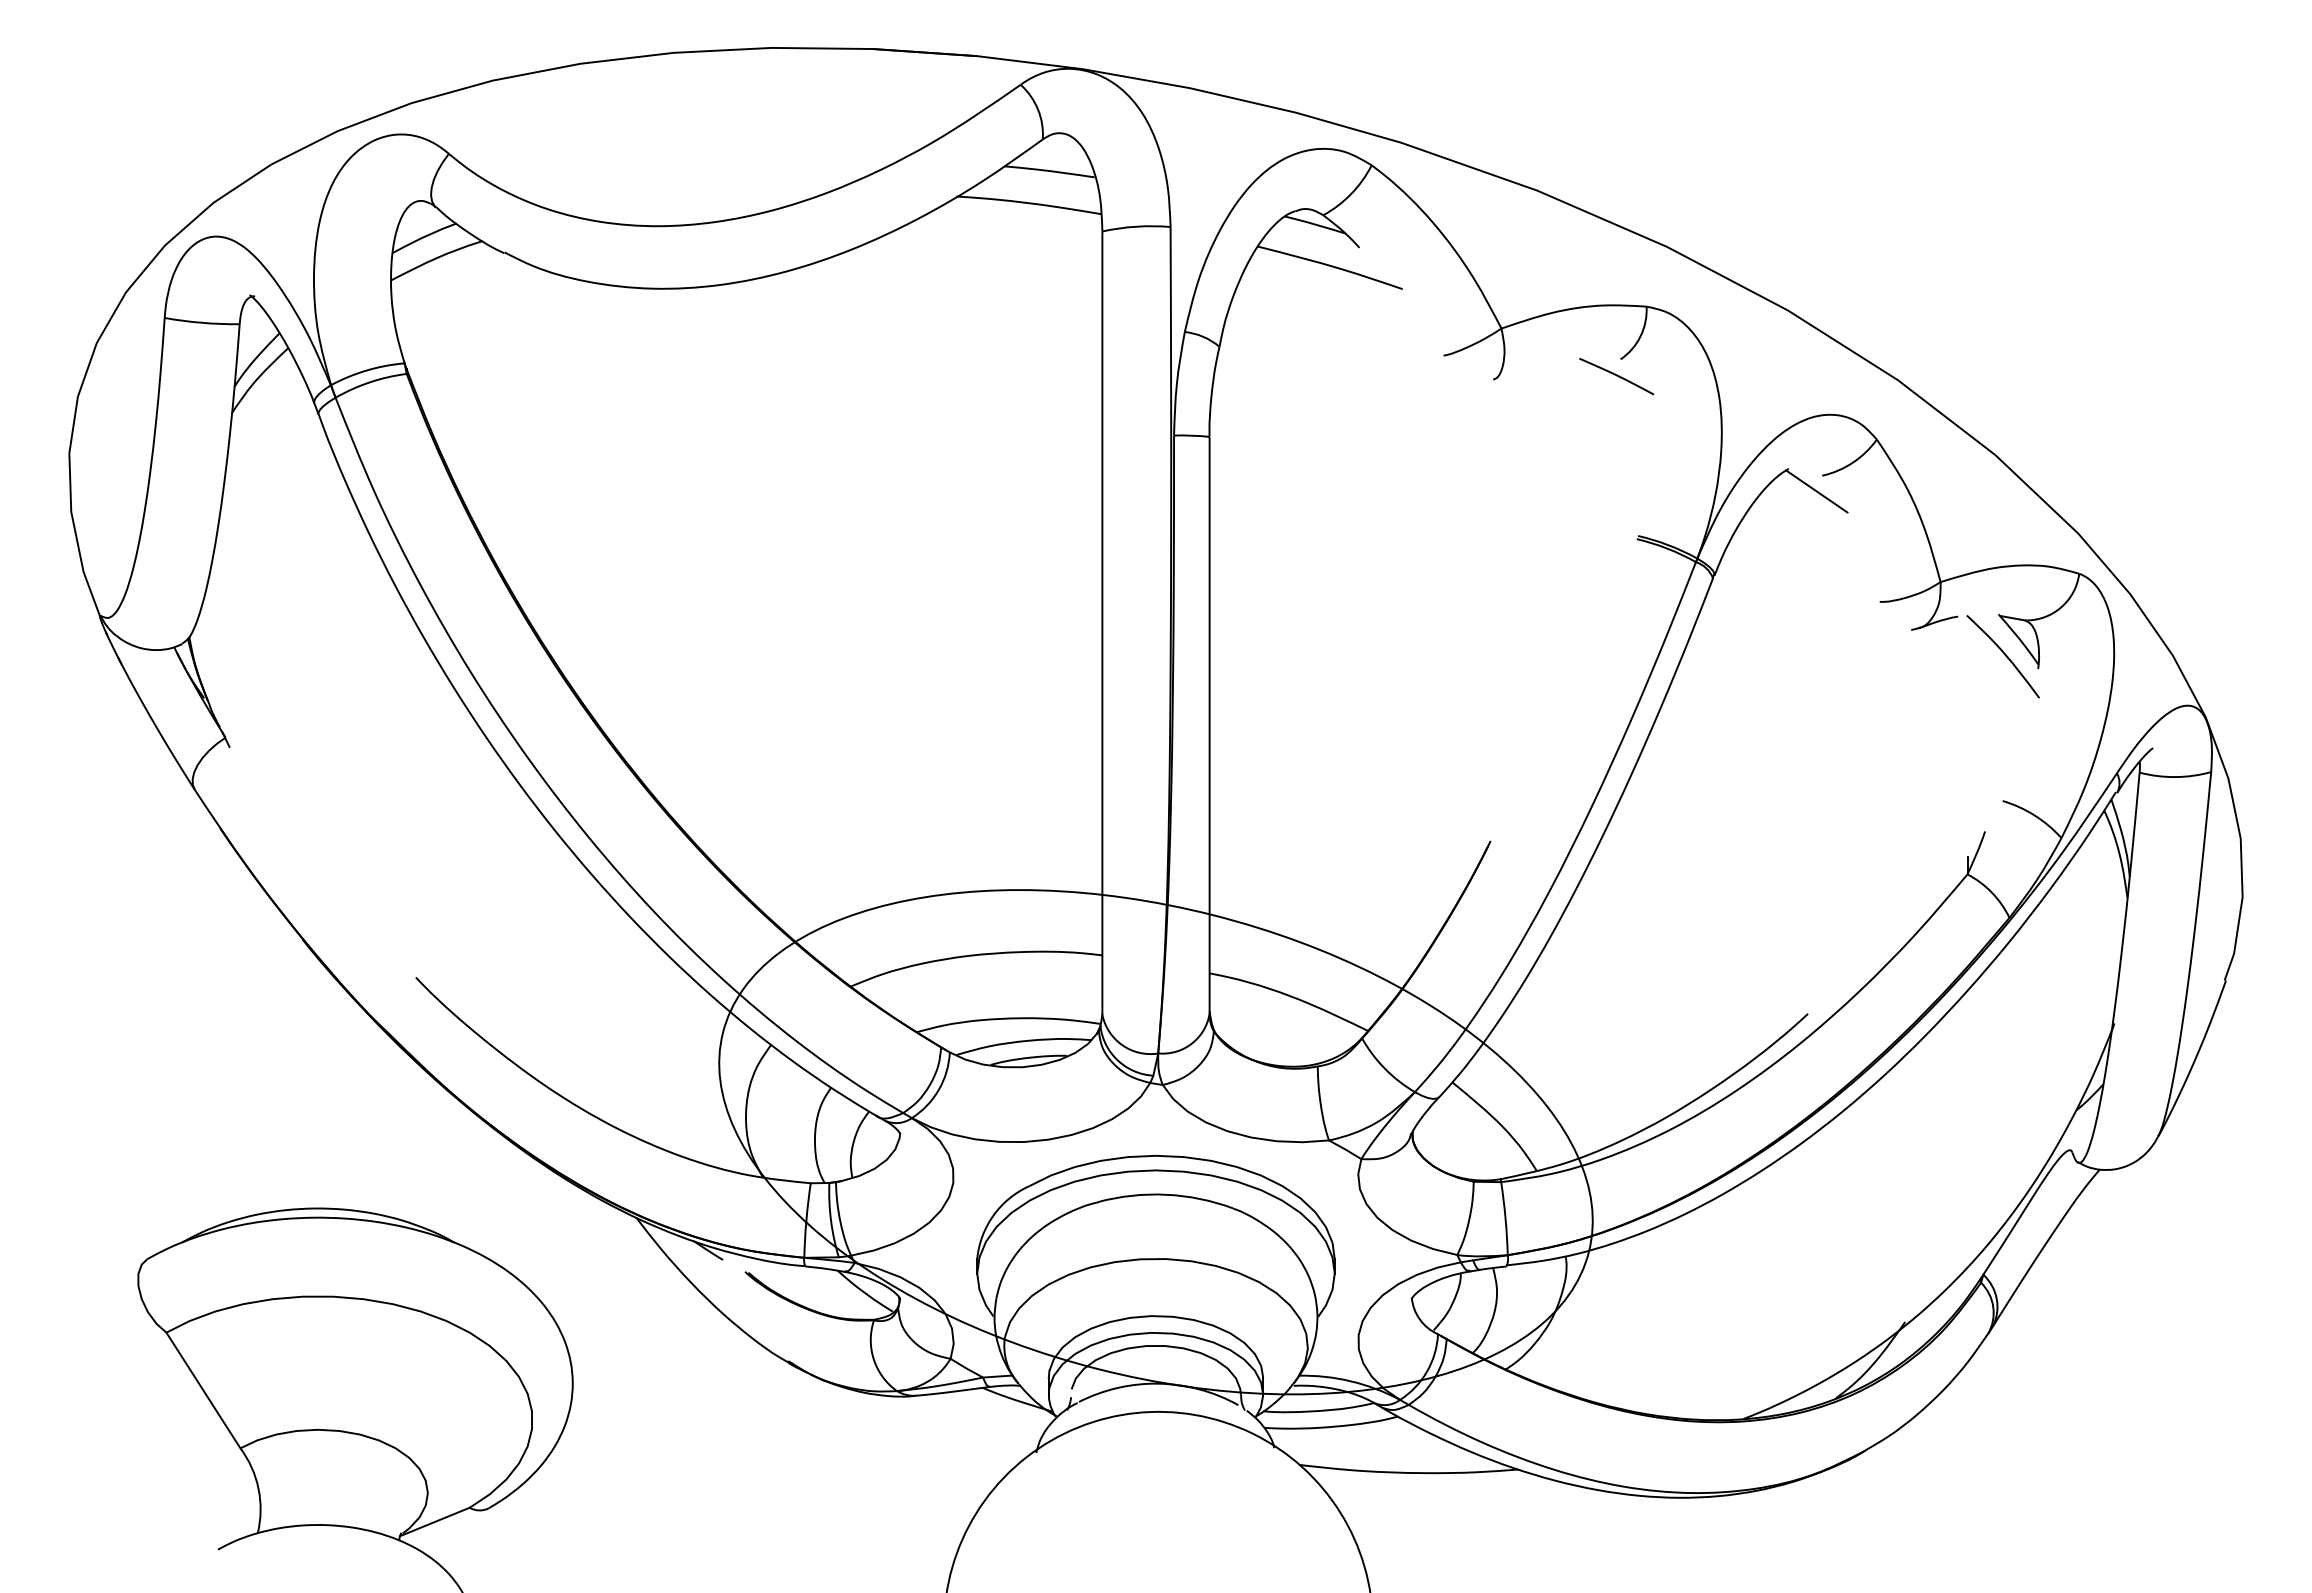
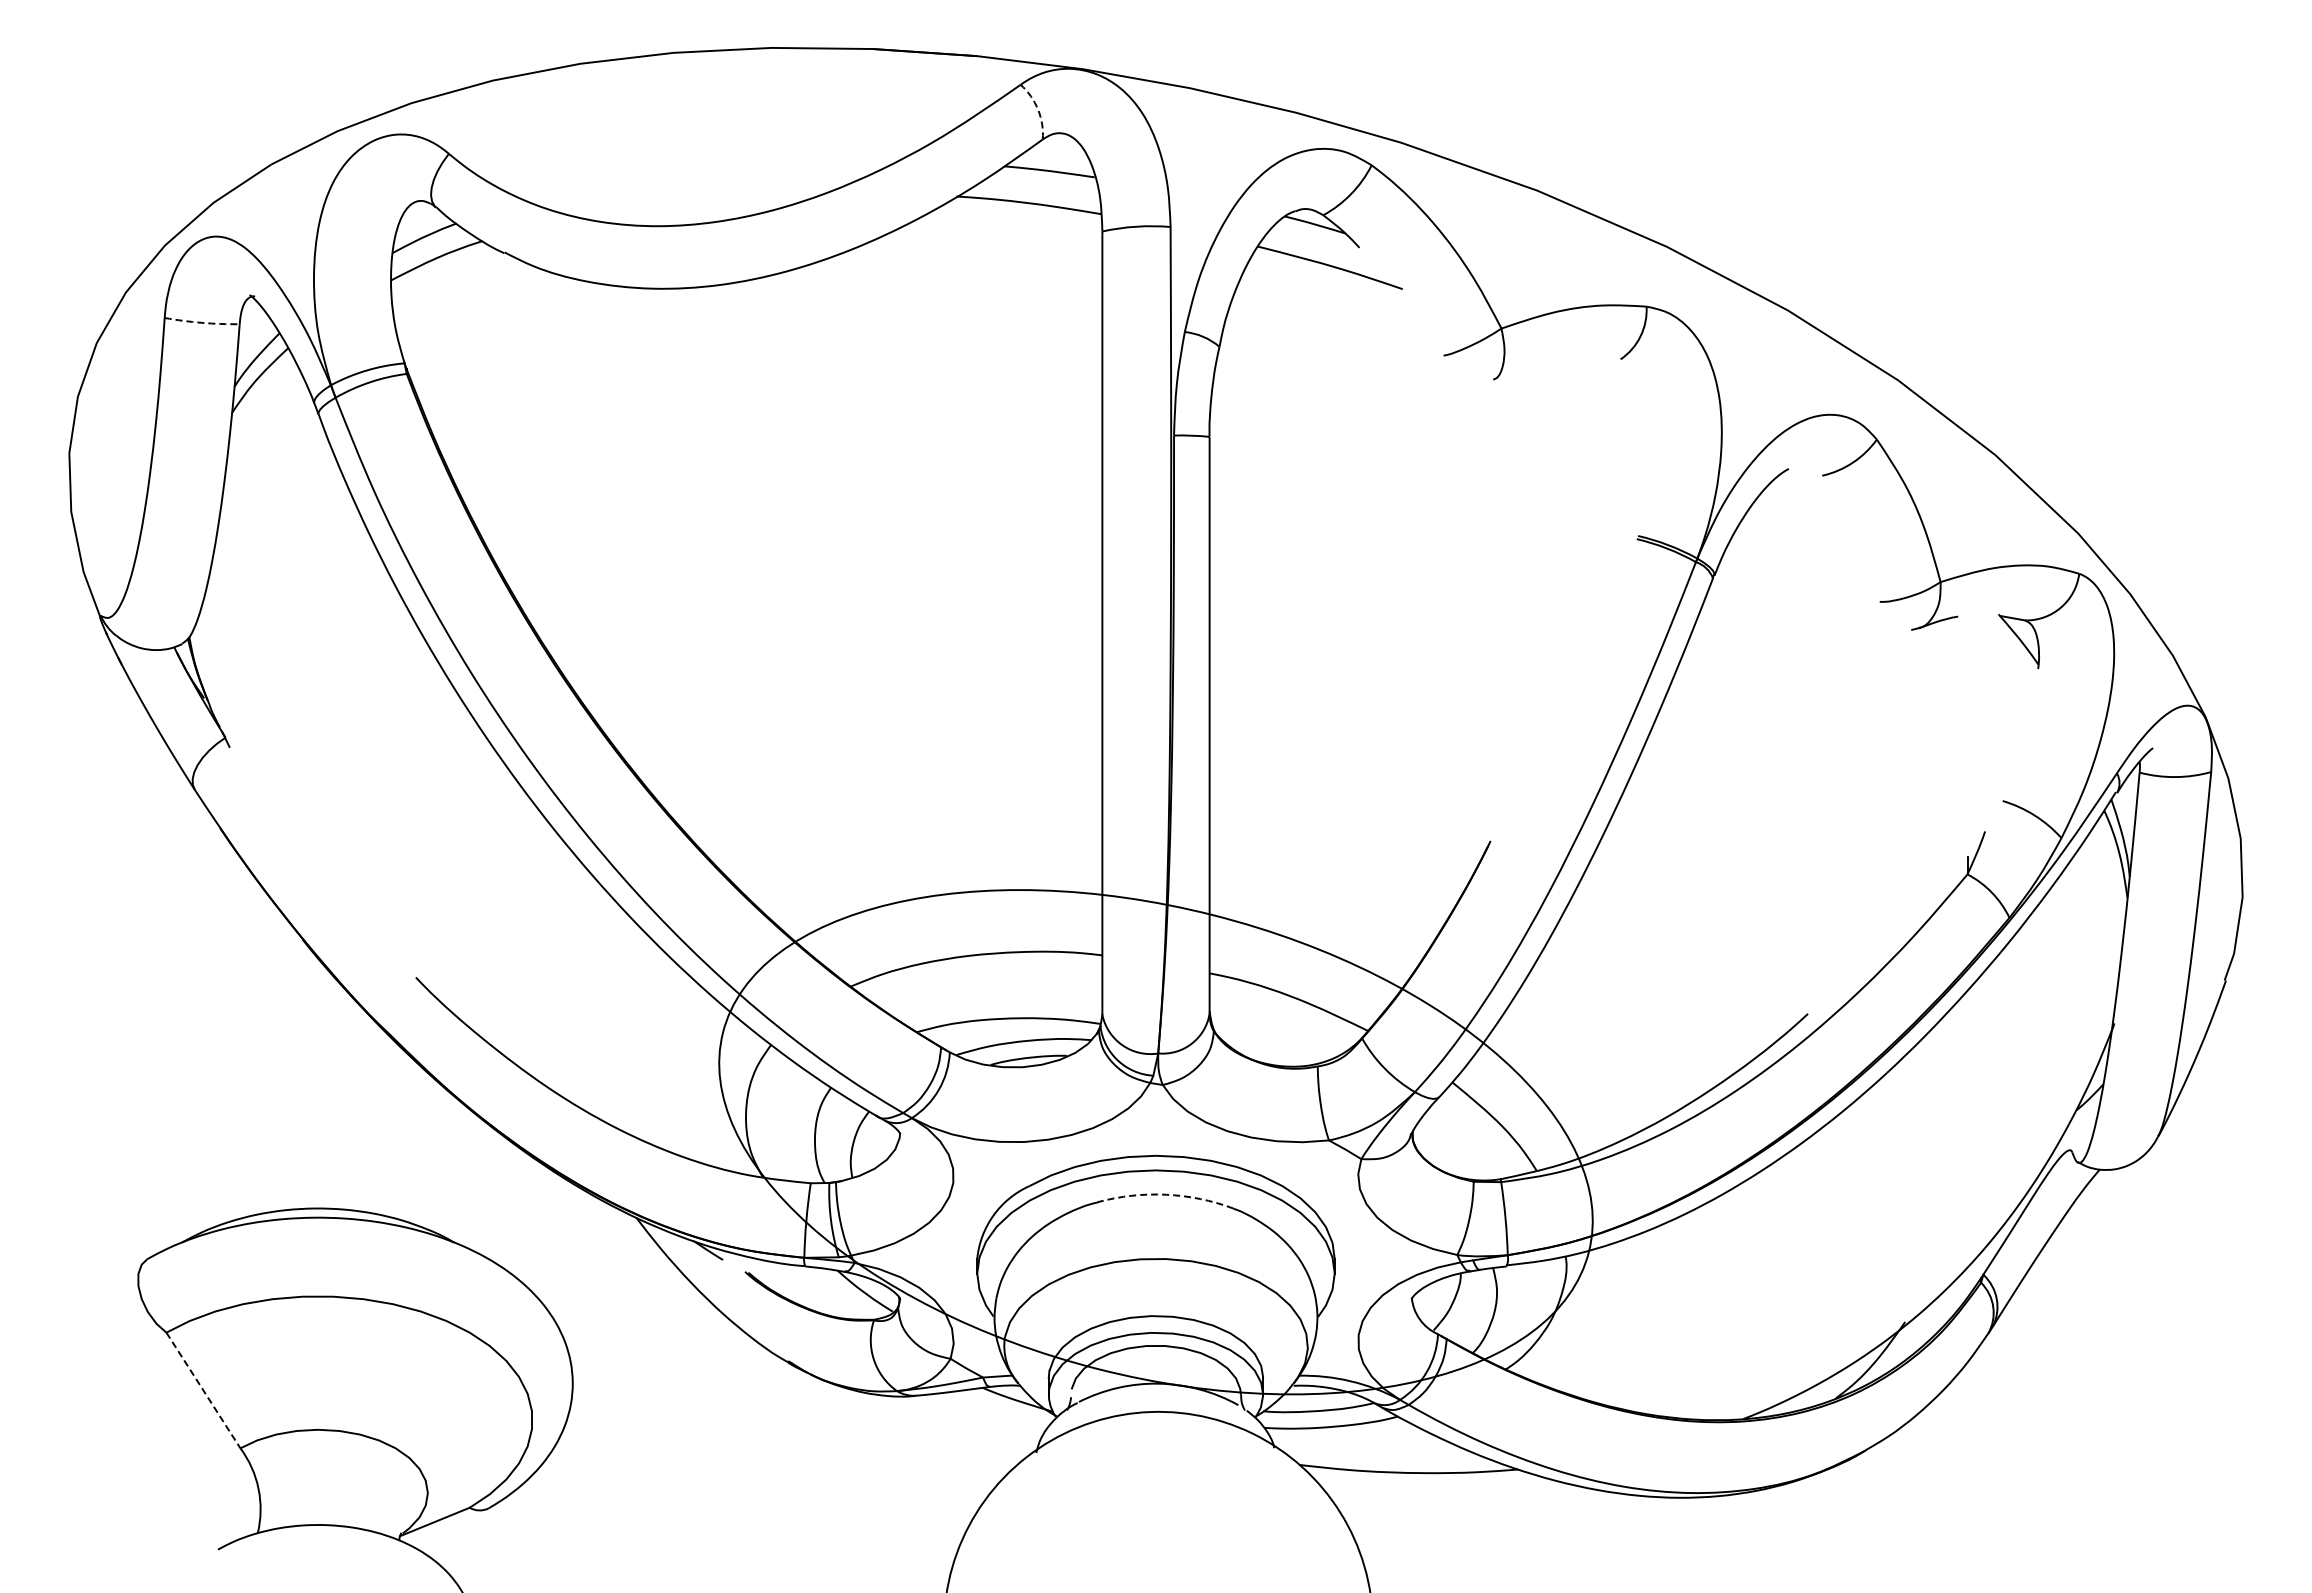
arc at (1038, 109): solid -> dashed
arc at (202, 322): solid -> dashed
curve at (1616, 376): present -> none
line at (1816, 491): present -> none
curve at (2003, 654): present -> none
arc at (1166, 1194): solid -> dashed
line at (203, 1390): solid -> dashed
